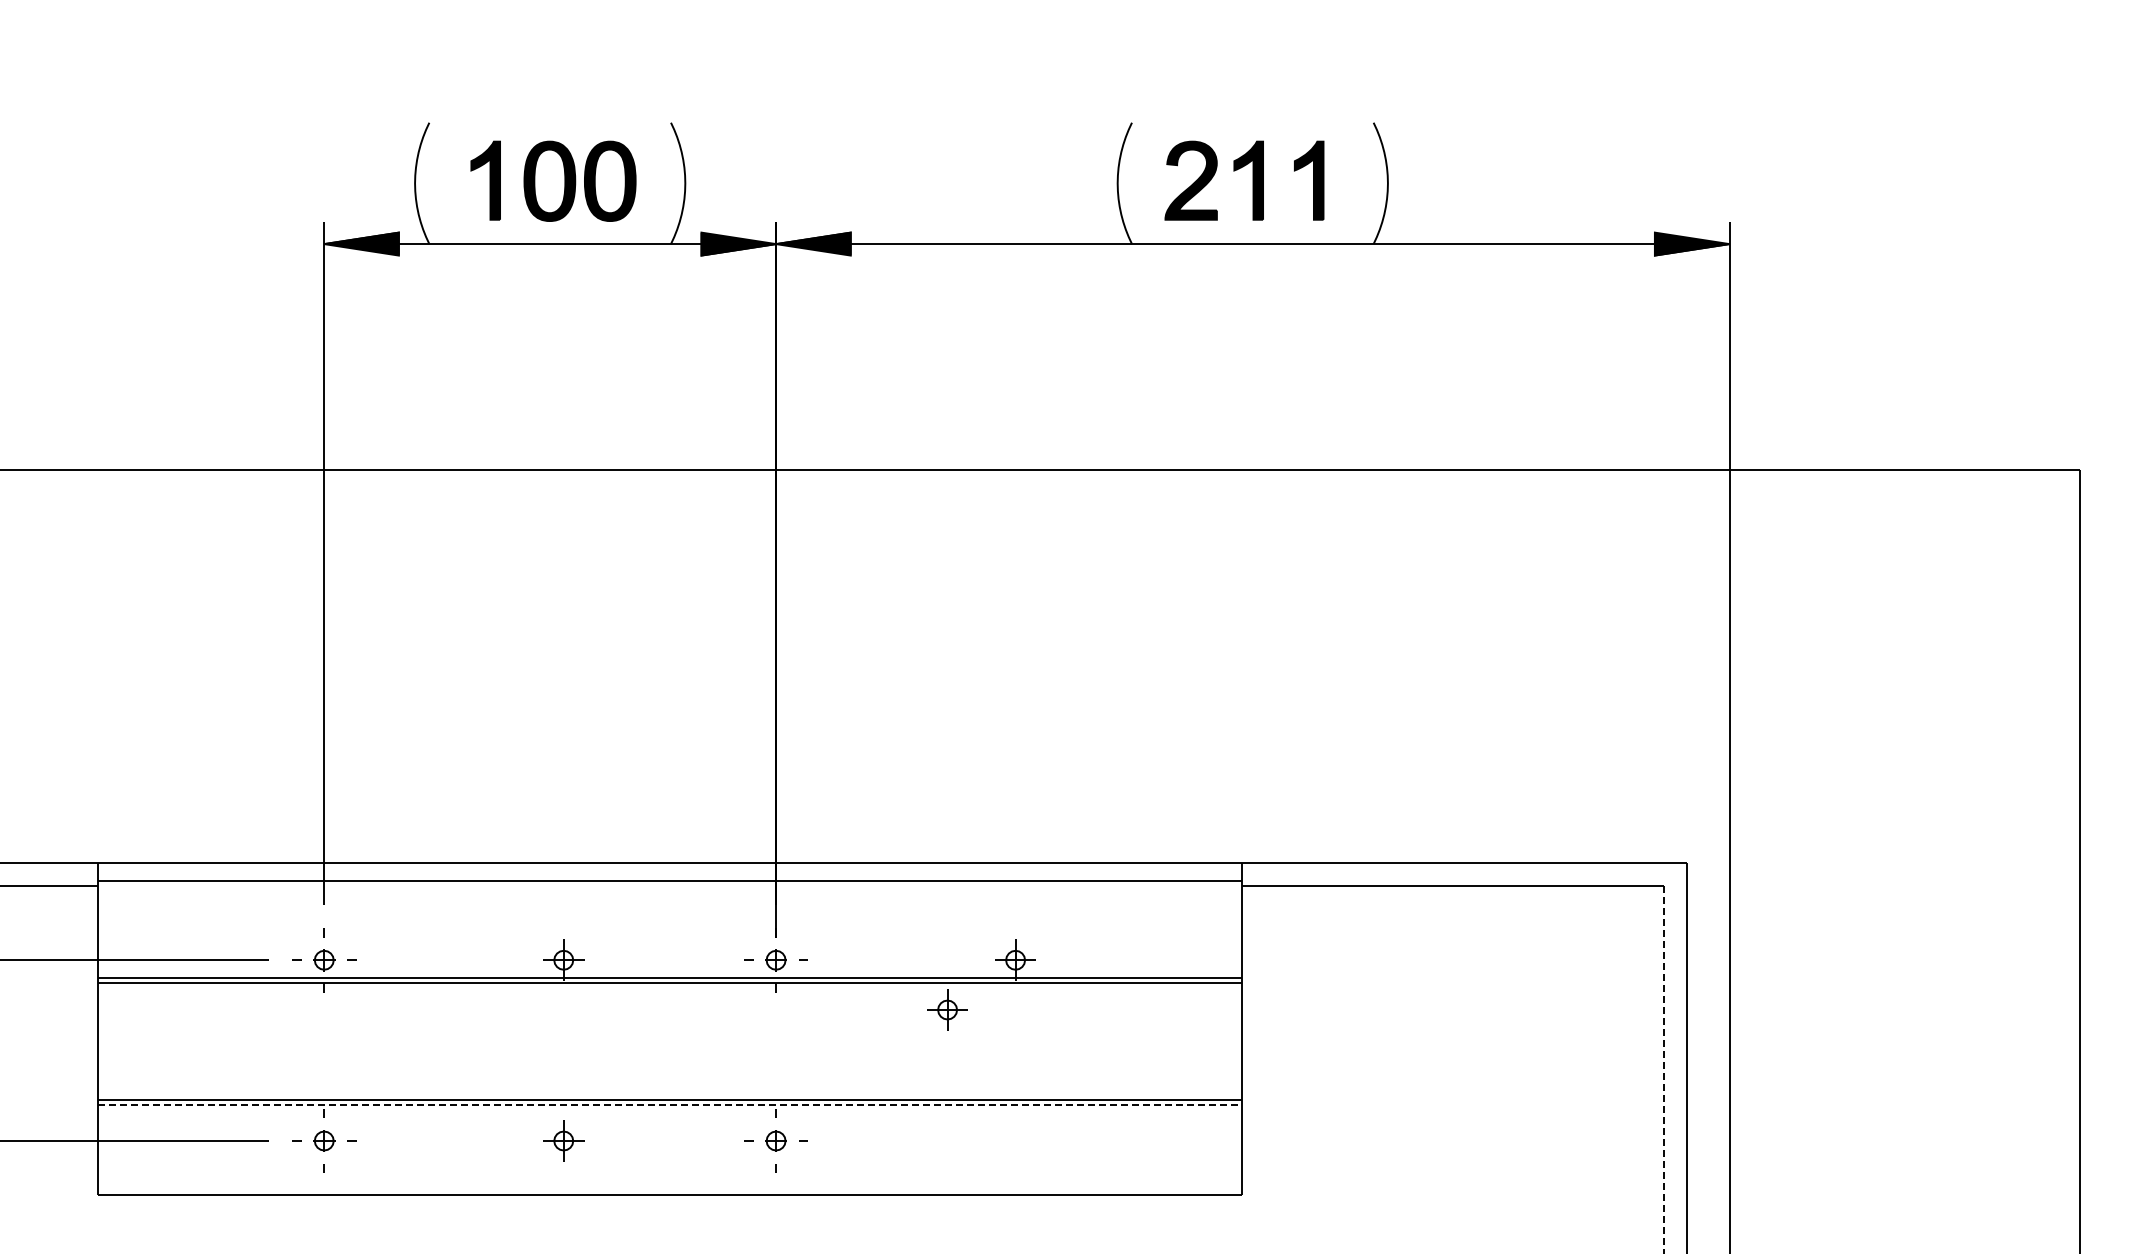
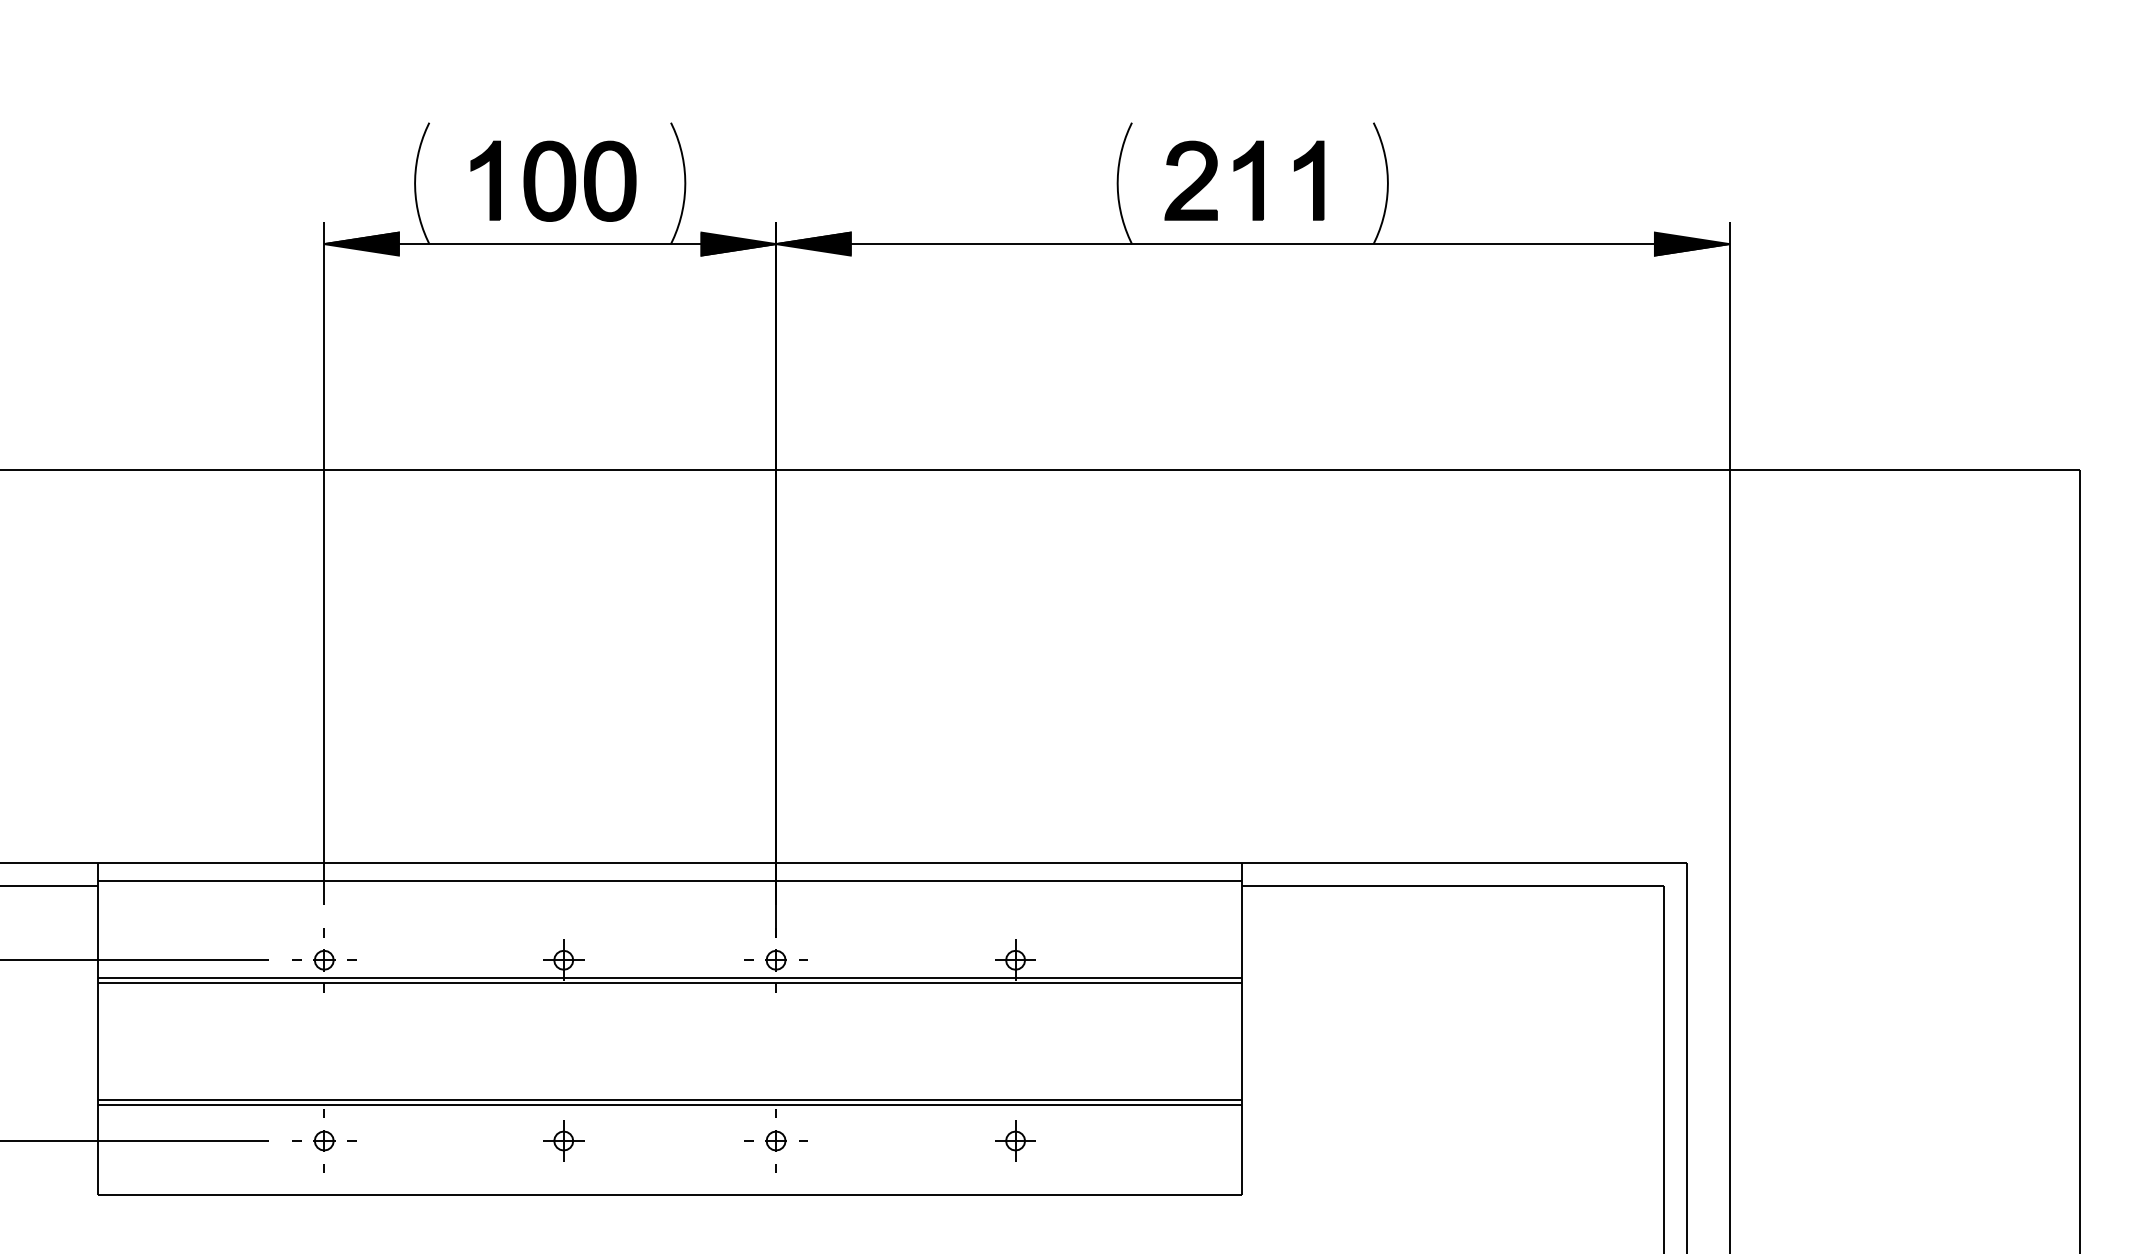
part at (947, 1009) position: (947, 1009) -> (1015, 1140)
line at (1664, 1069): dashed -> solid
line at (669, 1104): dashed -> solid
